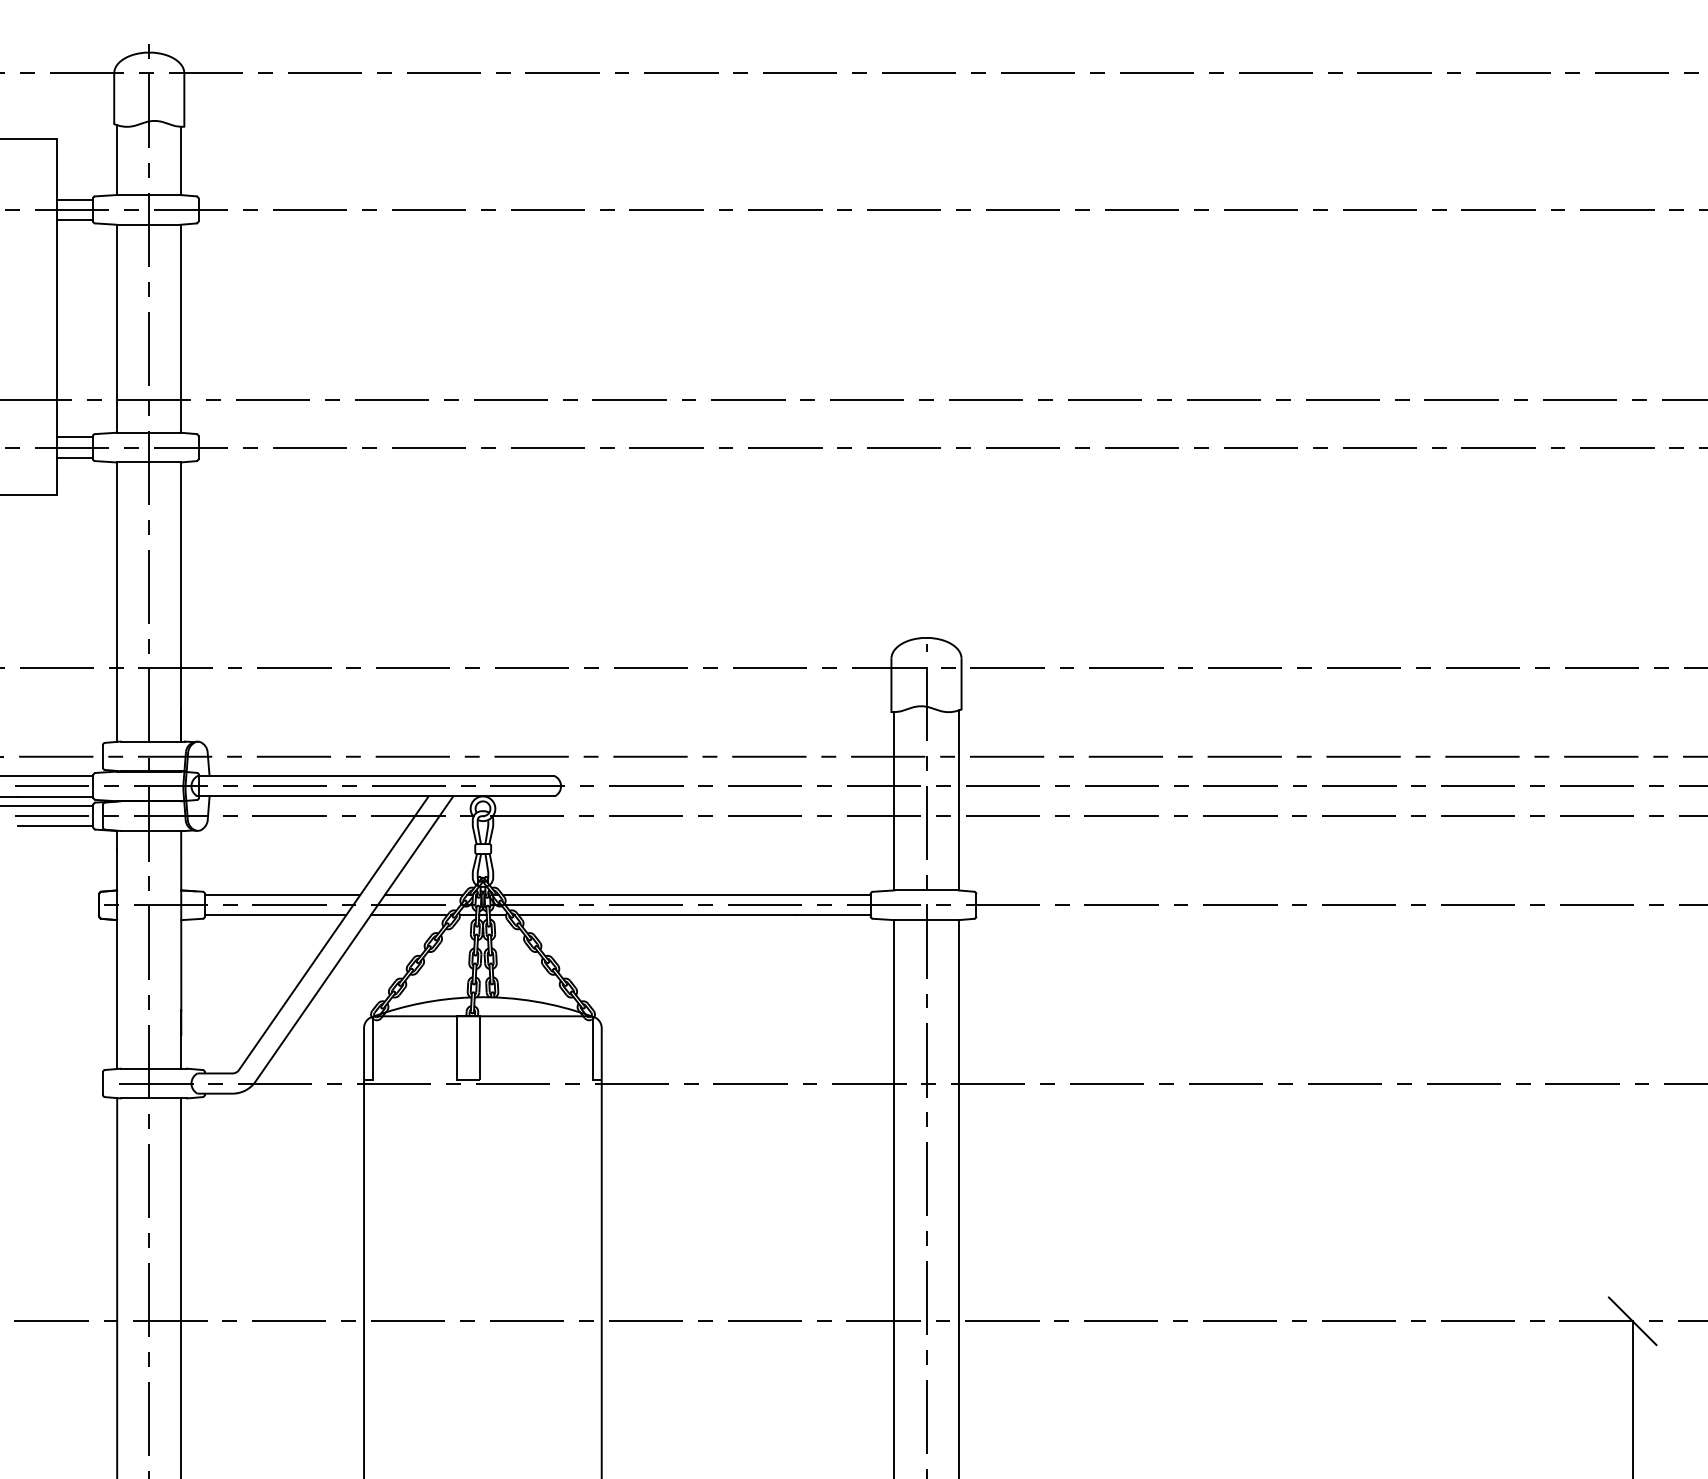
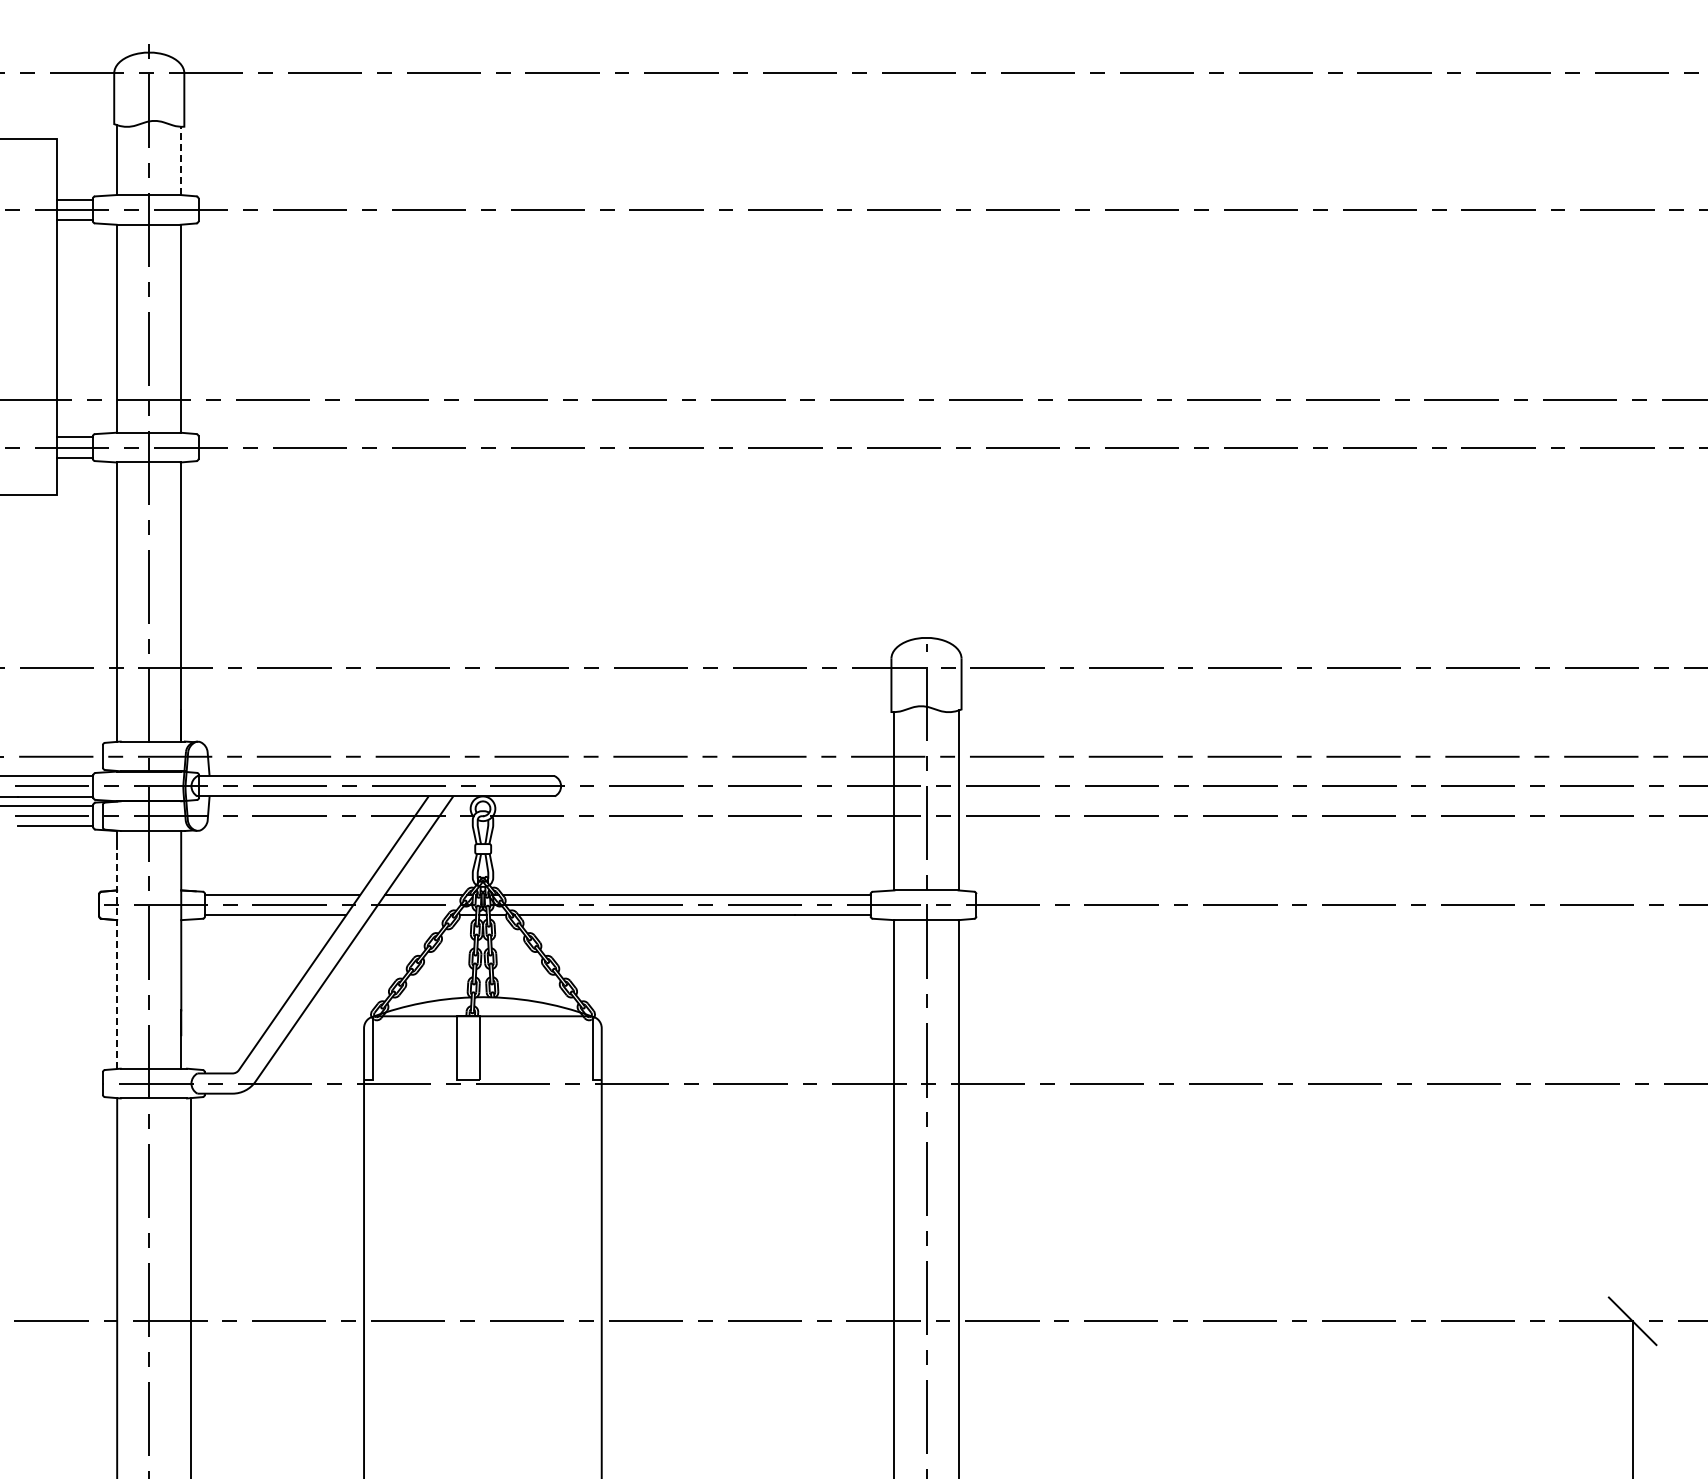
line at (181, 160): solid -> dashed
line at (408, 915): present -> none
line at (117, 958): solid -> dashed
line at (181, 1286) position: (181, 1286) -> (191, 1286)
